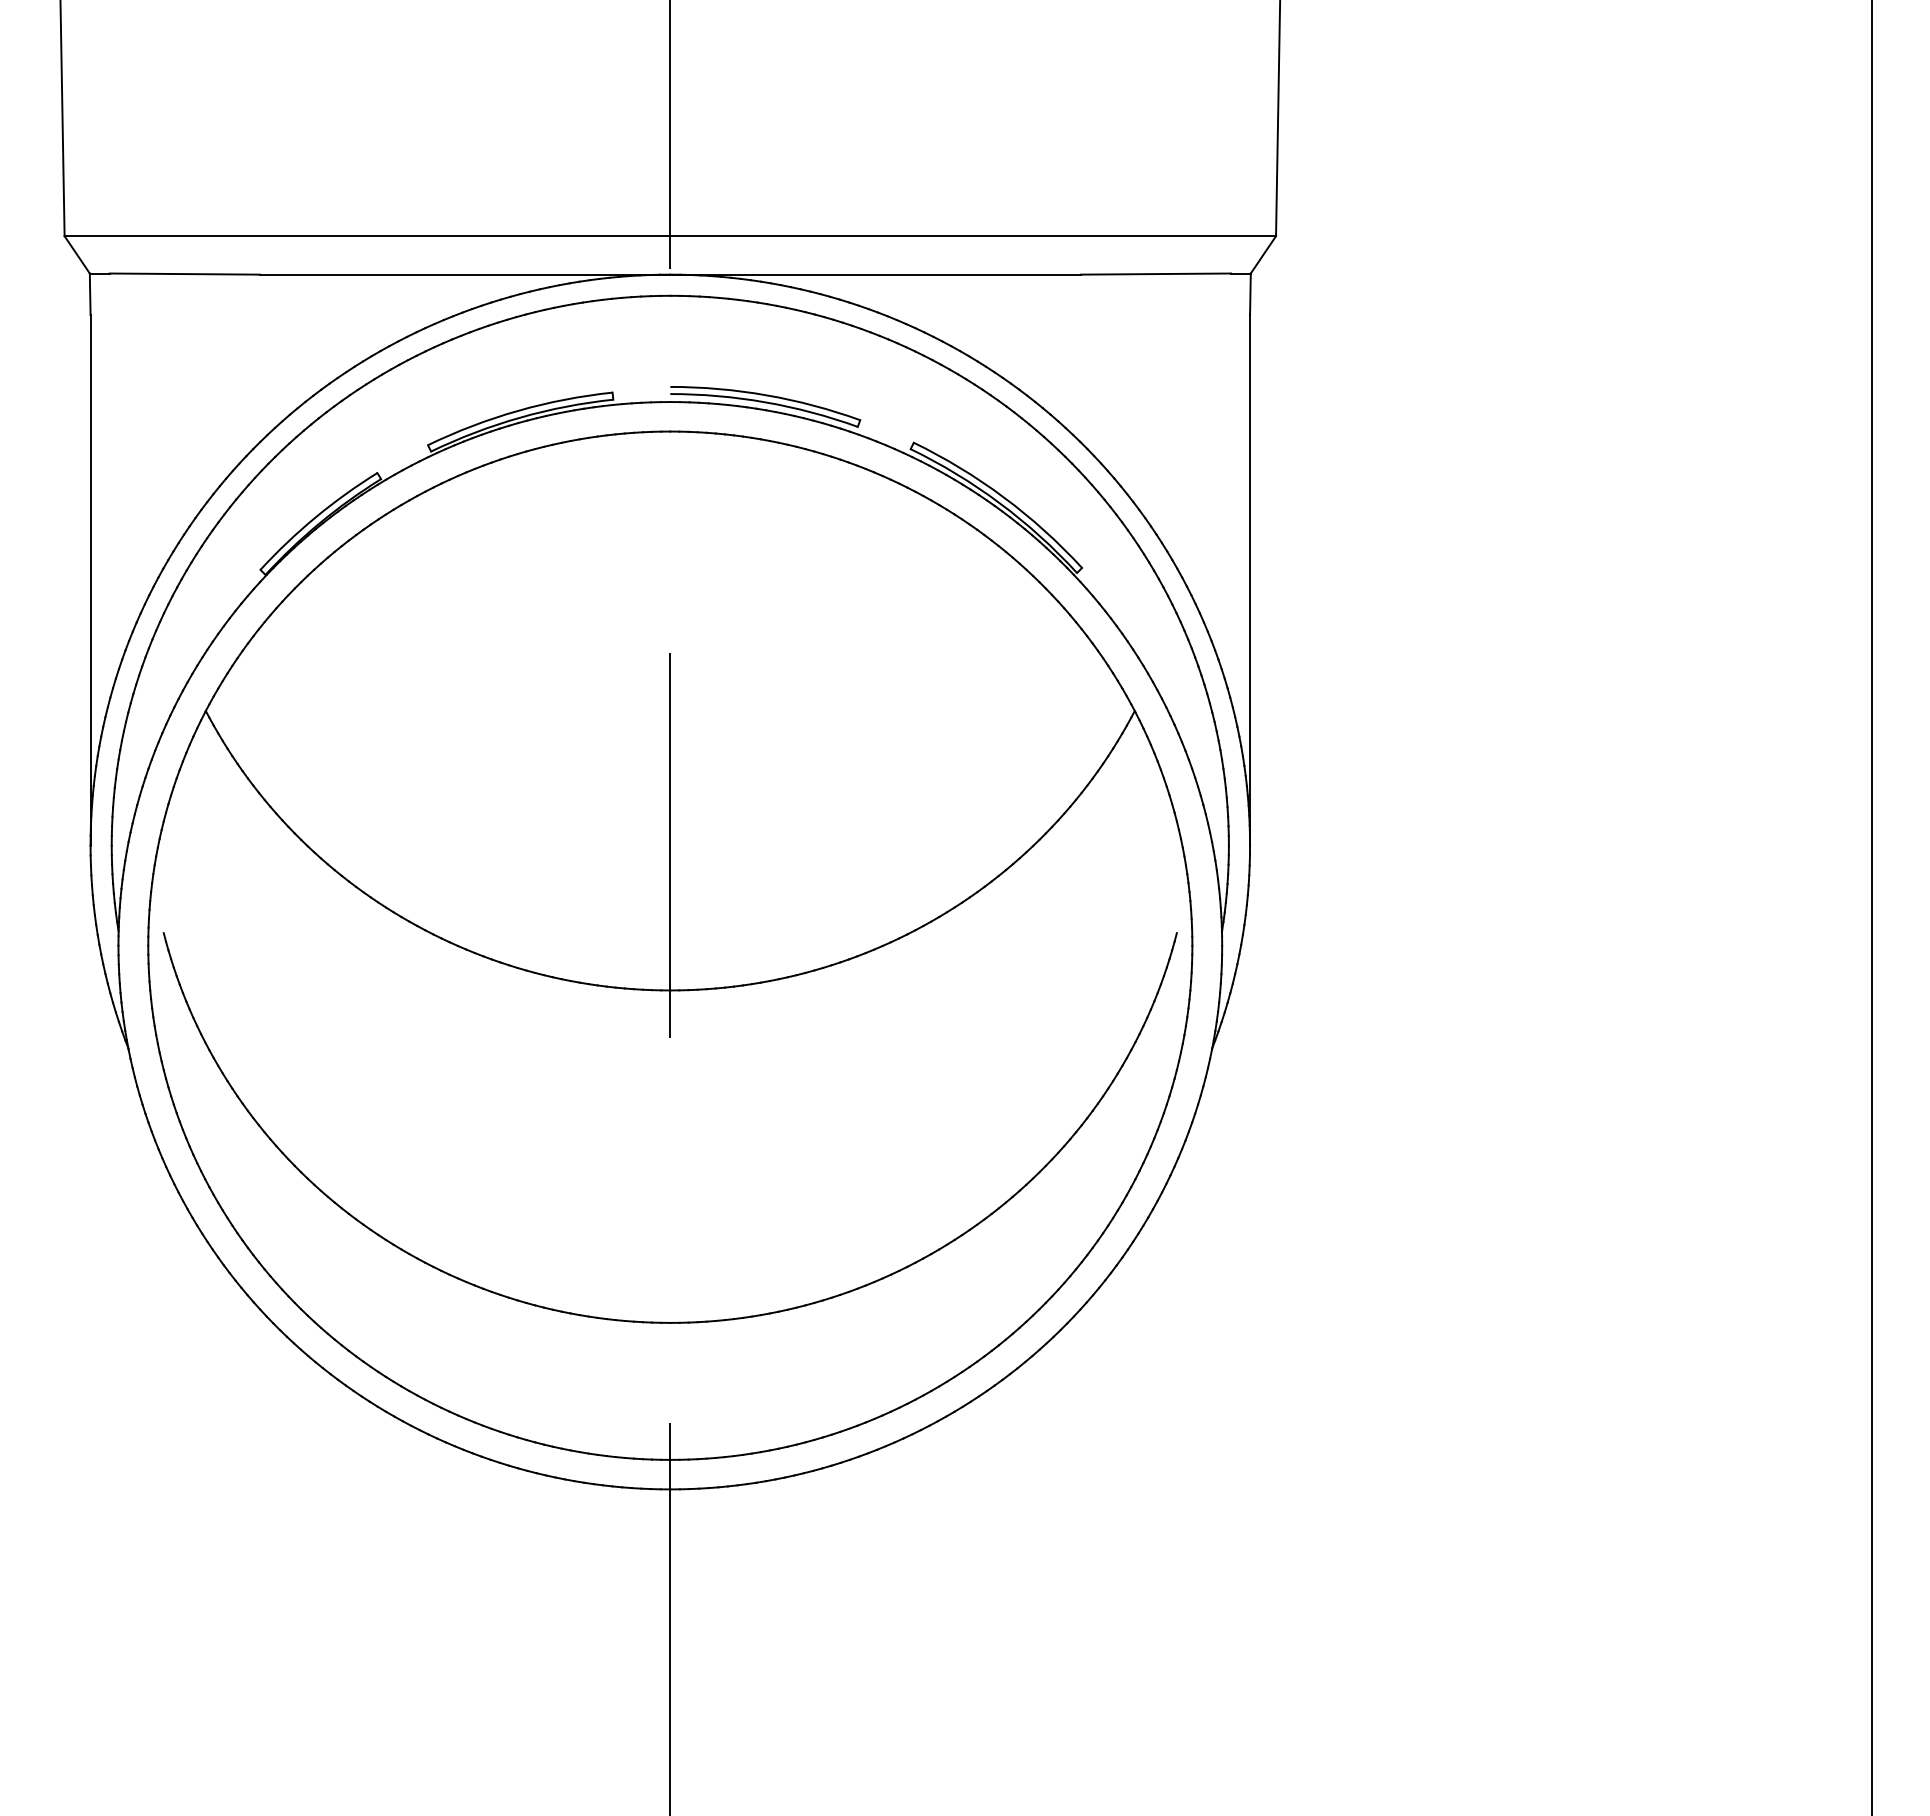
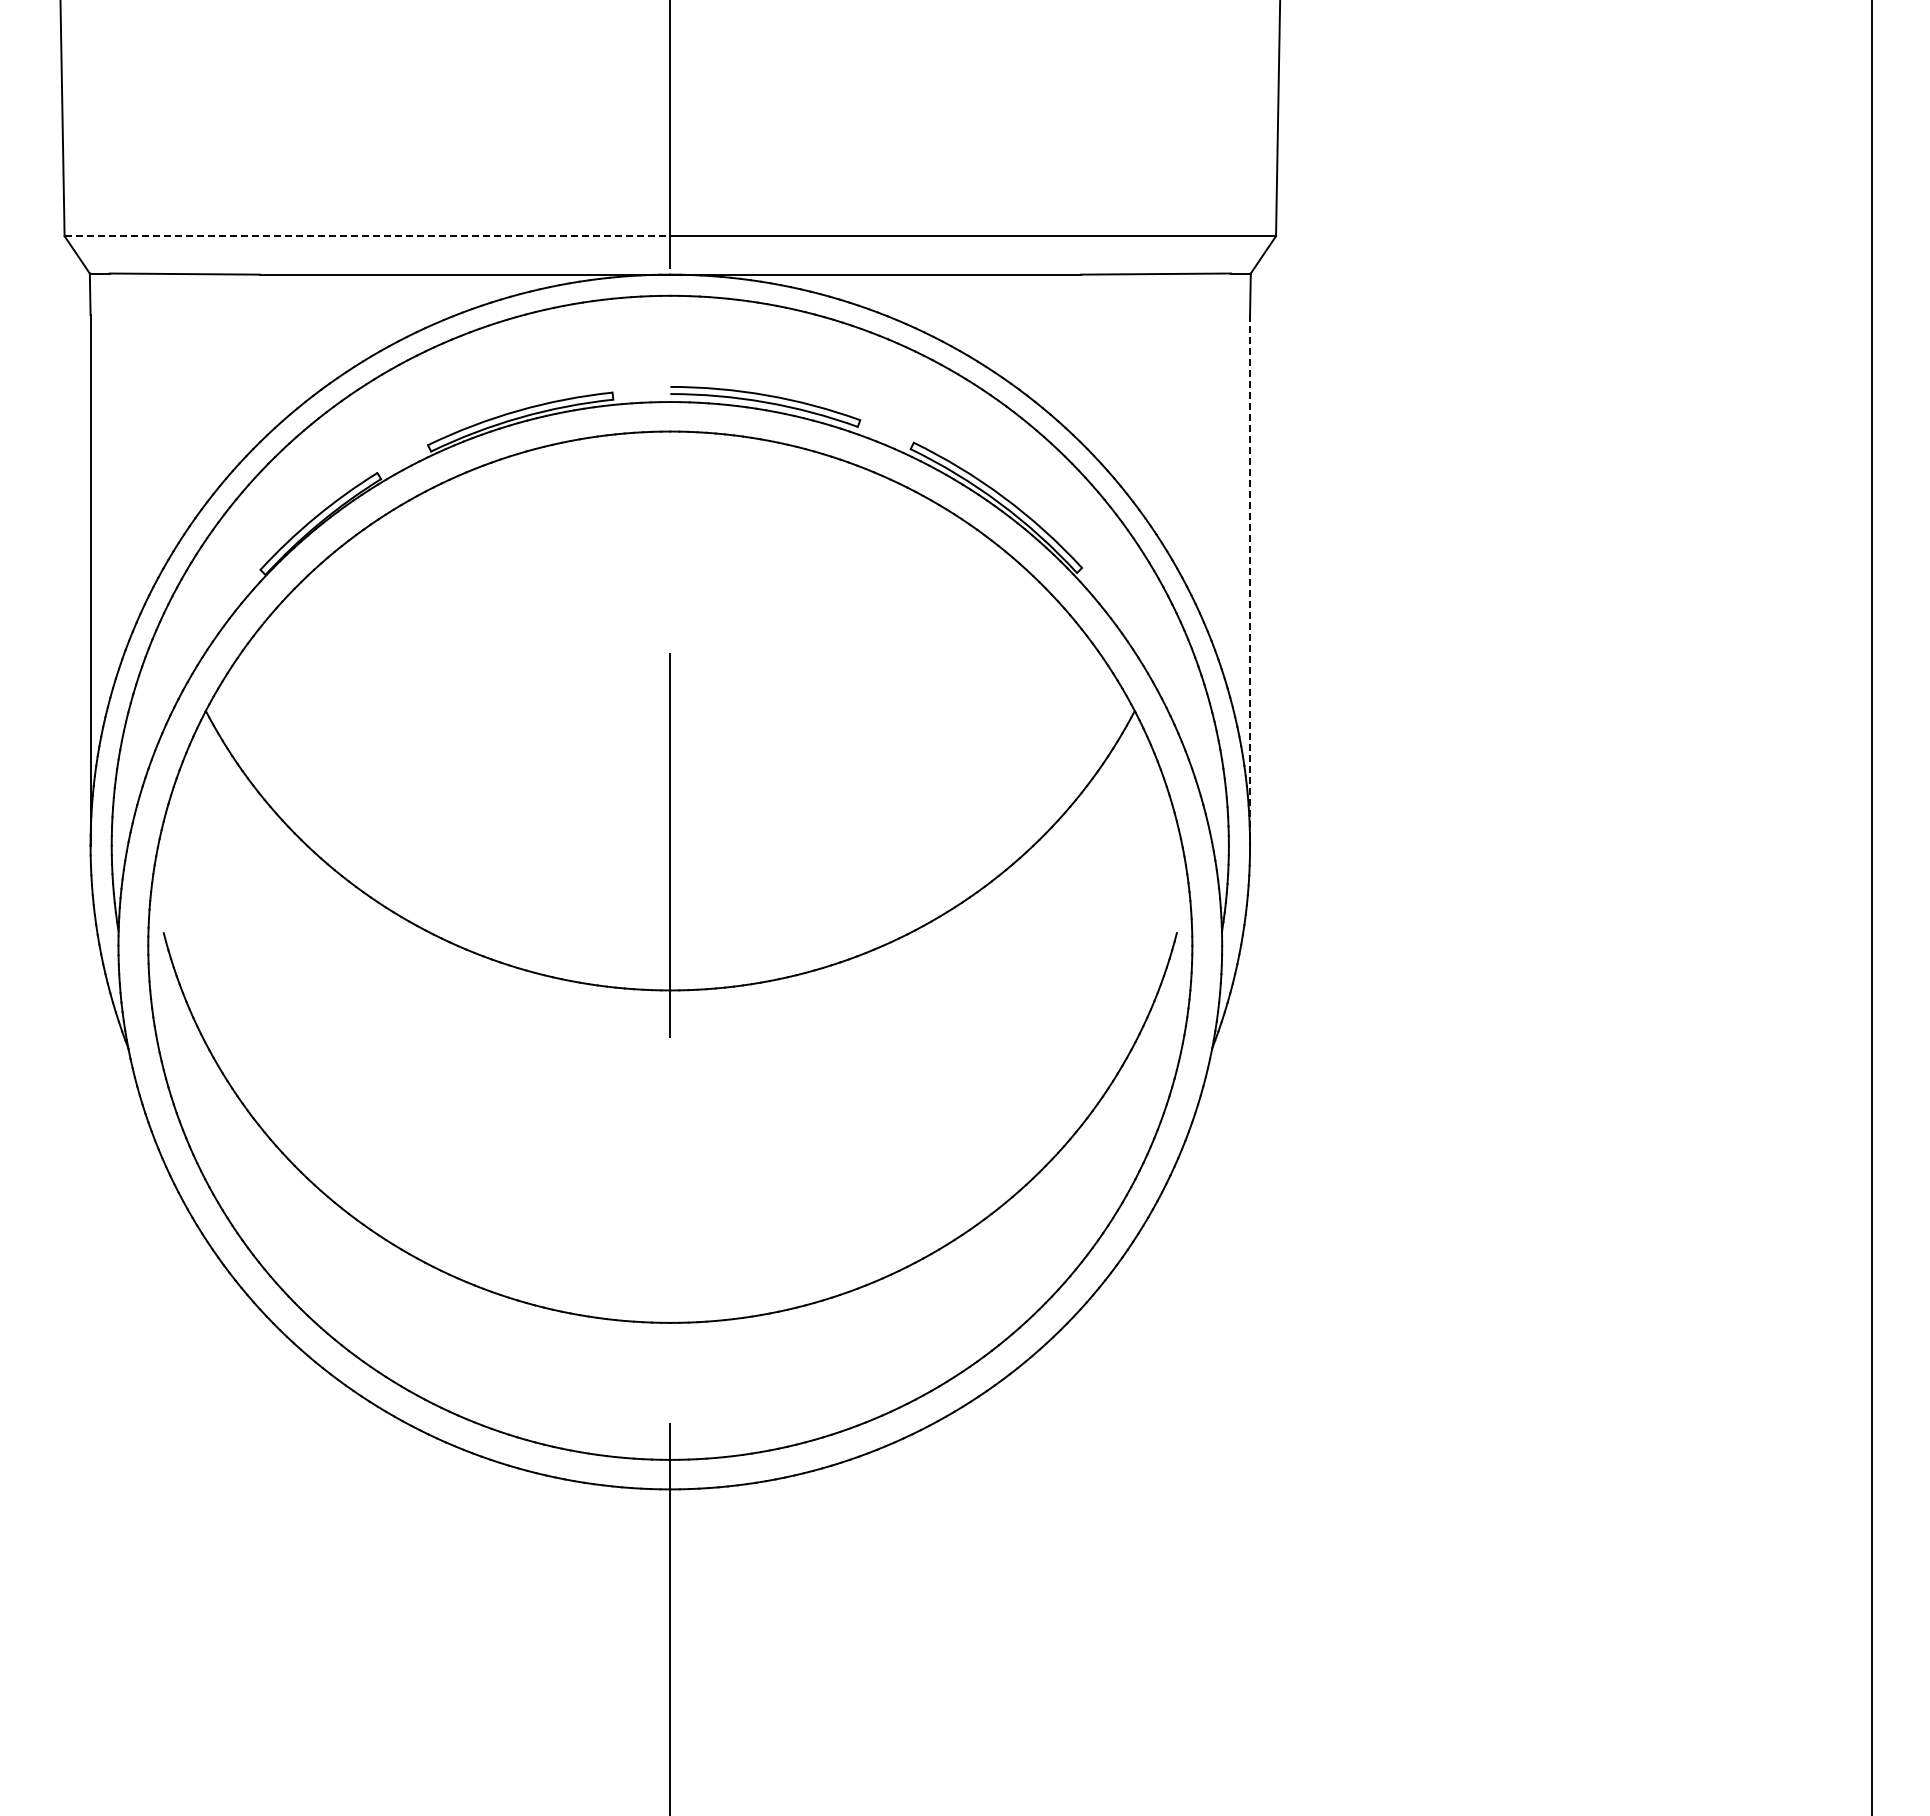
line at (367, 236): solid -> dashed
line at (1250, 580): solid -> dashed
